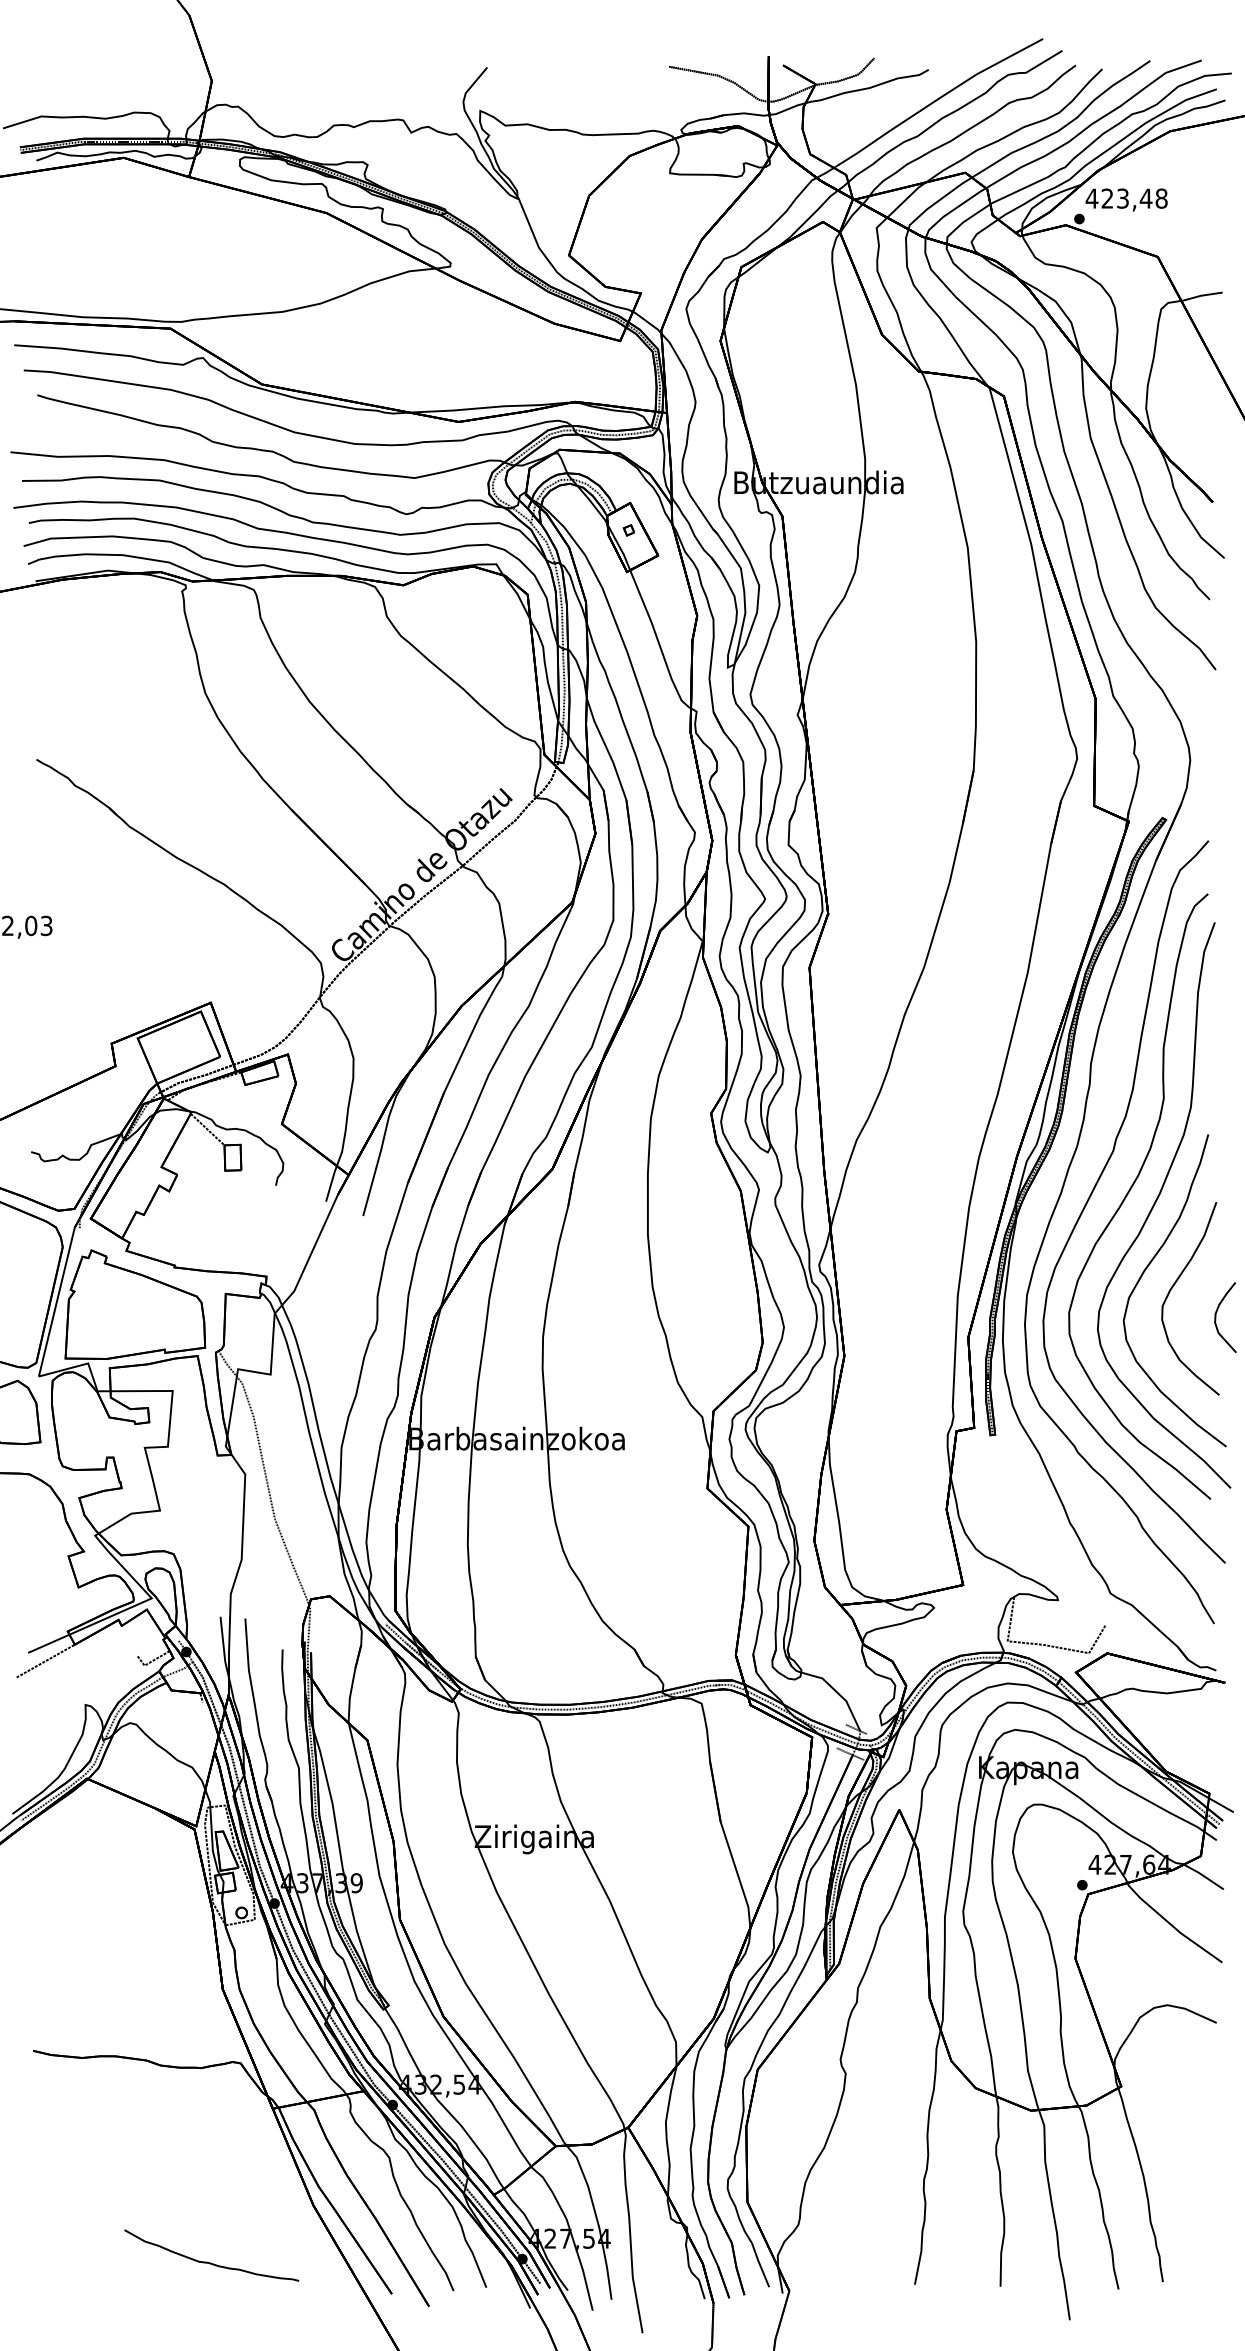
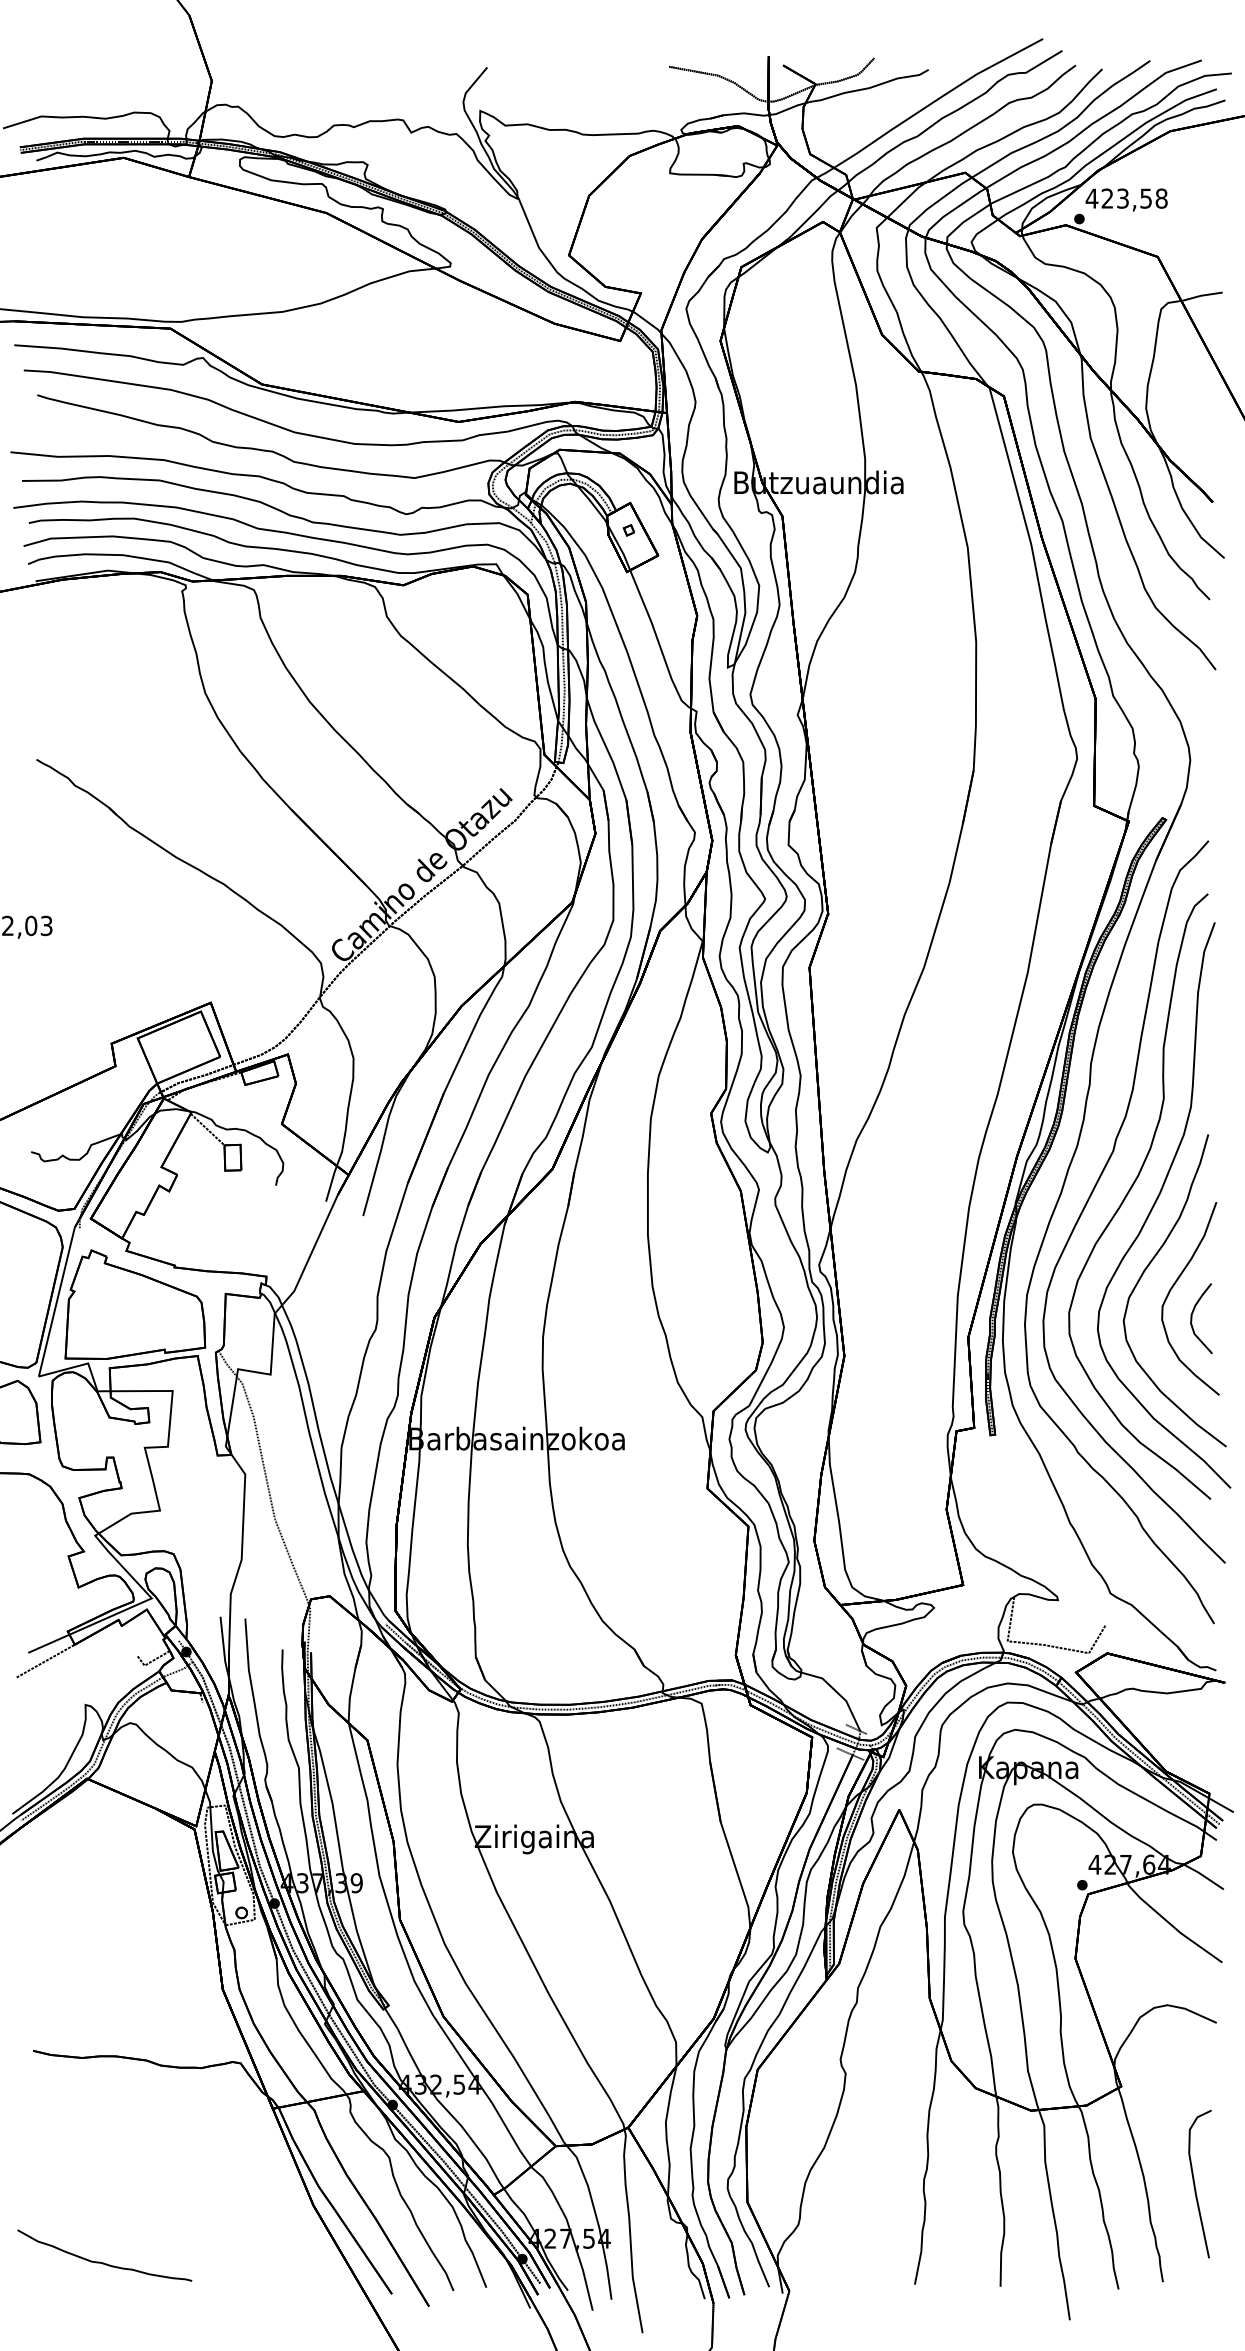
text at (1145, 198): 423,48 -> 423,58
part at (1216, 1317) position: (1216, 1317) -> (1192, 1318)
part at (1199, 2184): none -> present
part at (211, 2262) position: (211, 2262) -> (104, 2262)
